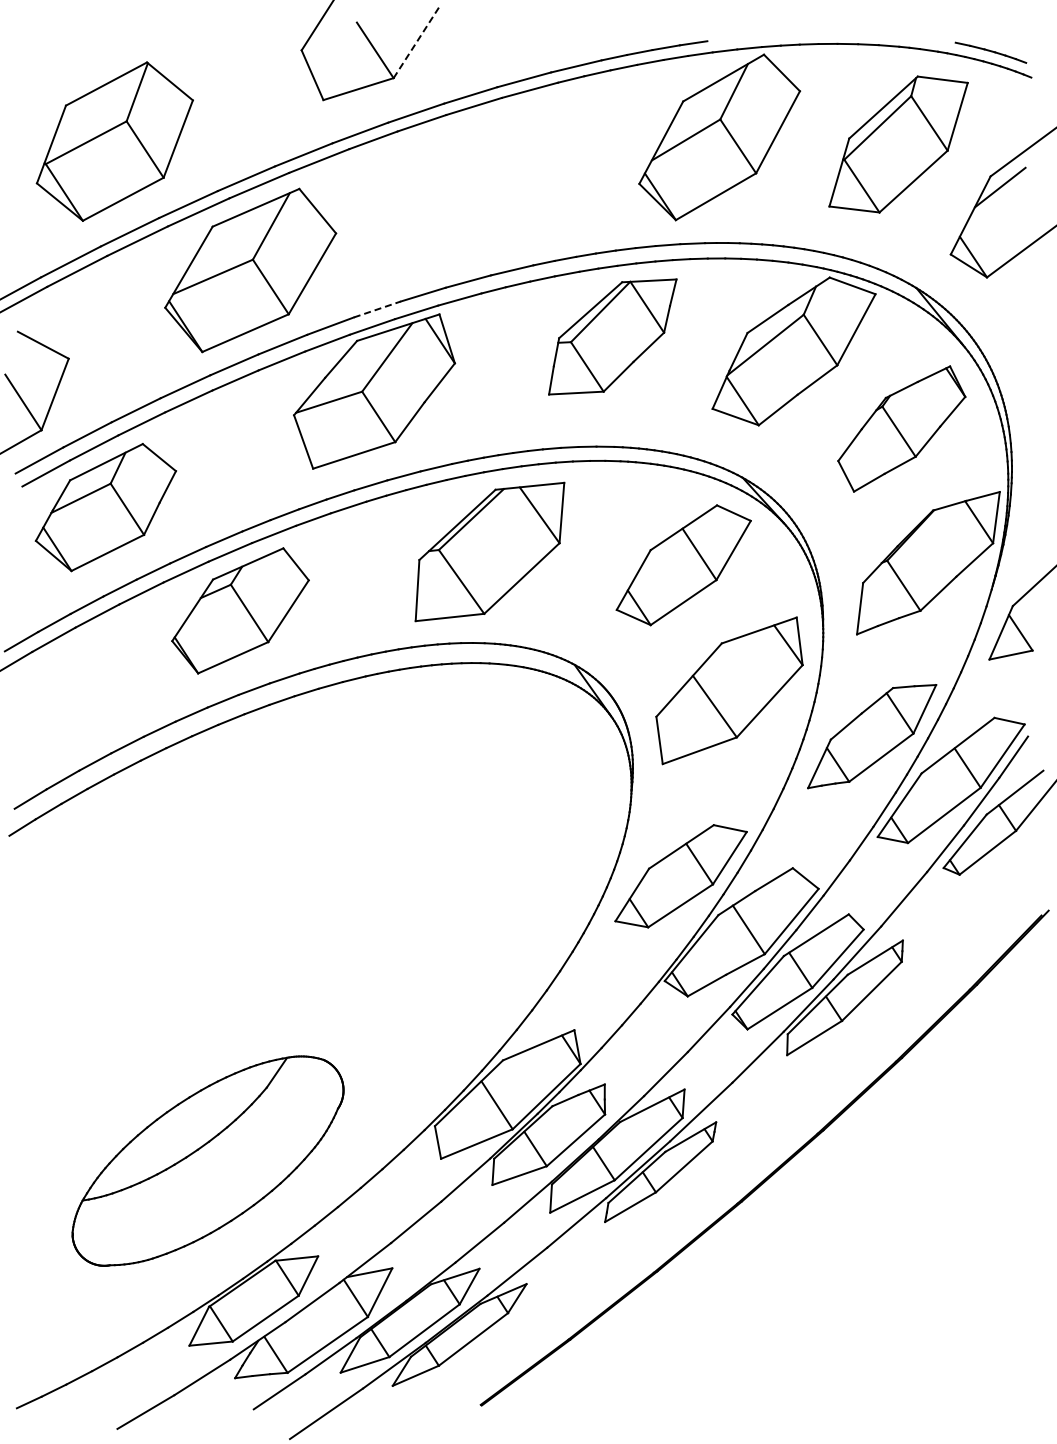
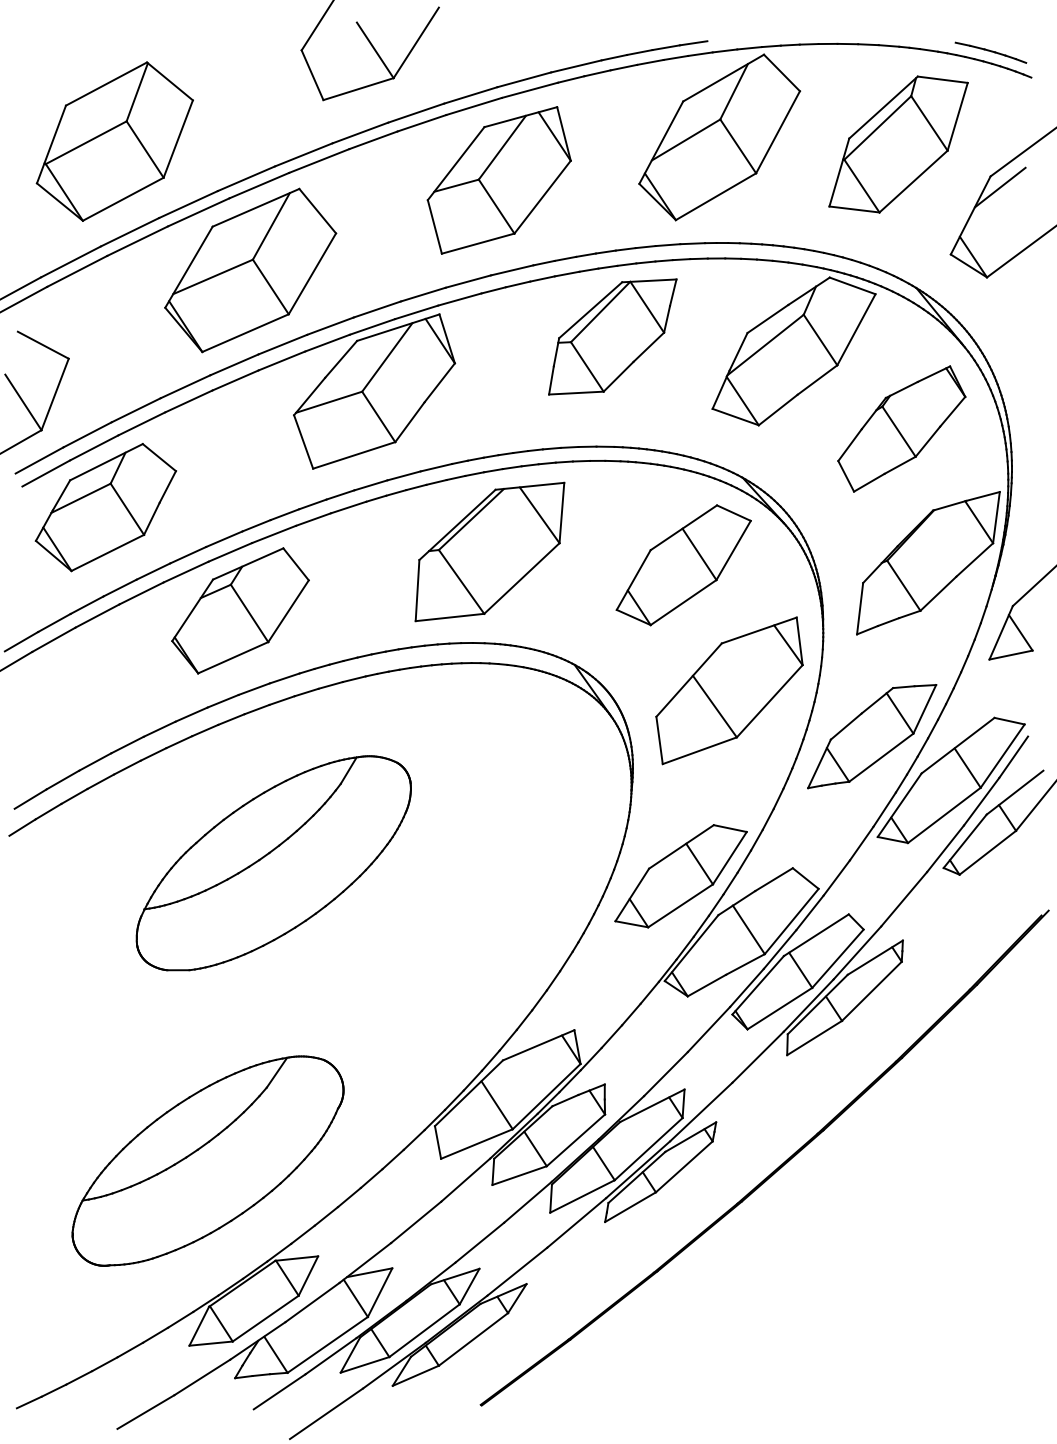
line at (416, 42): dashed -> solid
part at (498, 180): none -> present
line at (377, 309): dashed -> solid
part at (273, 863): none -> present
